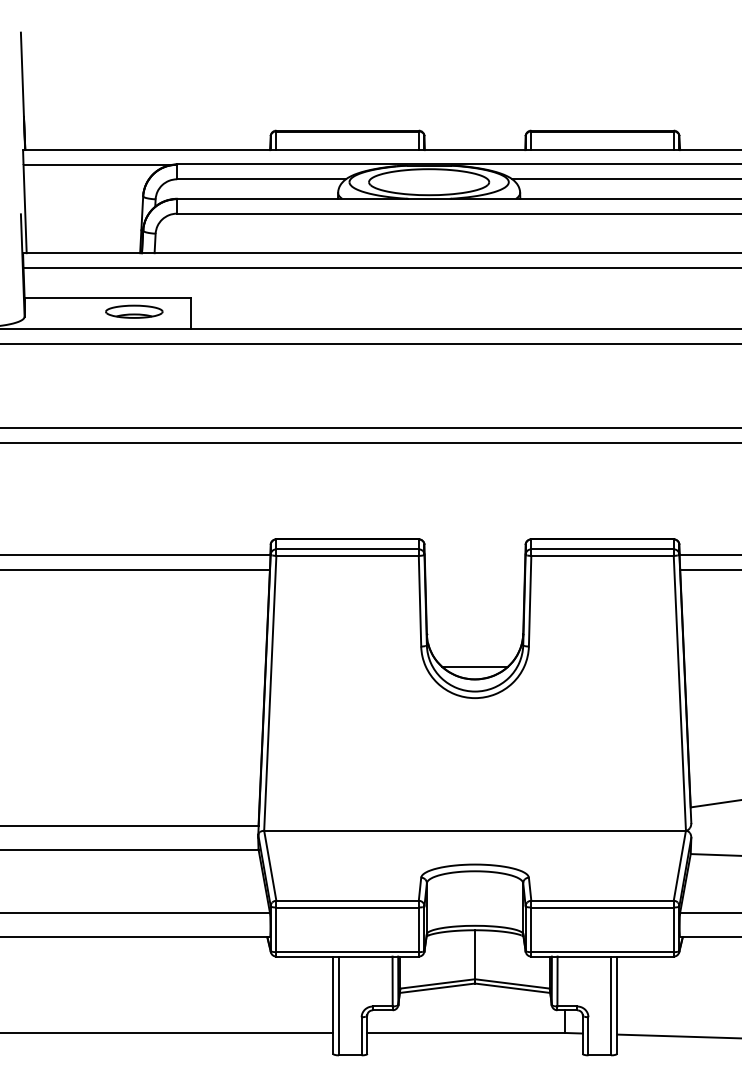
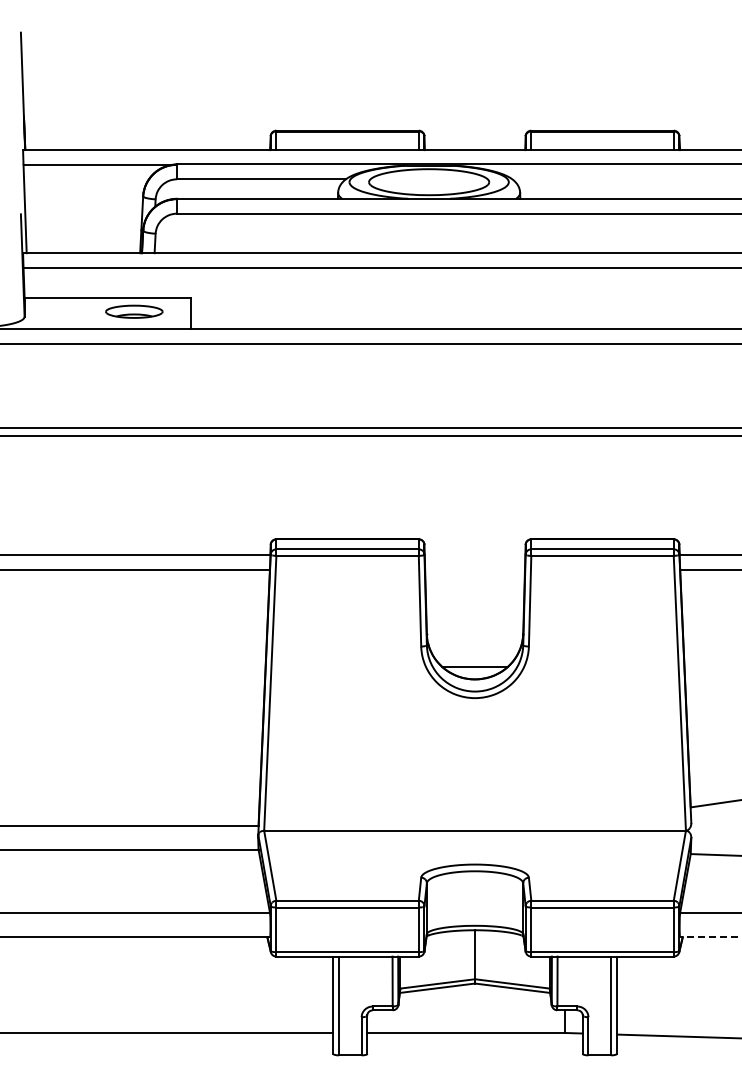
line at (625, 179): present -> none
line at (370, 442) position: (370, 442) -> (370, 435)
line at (711, 937): solid -> dashed
